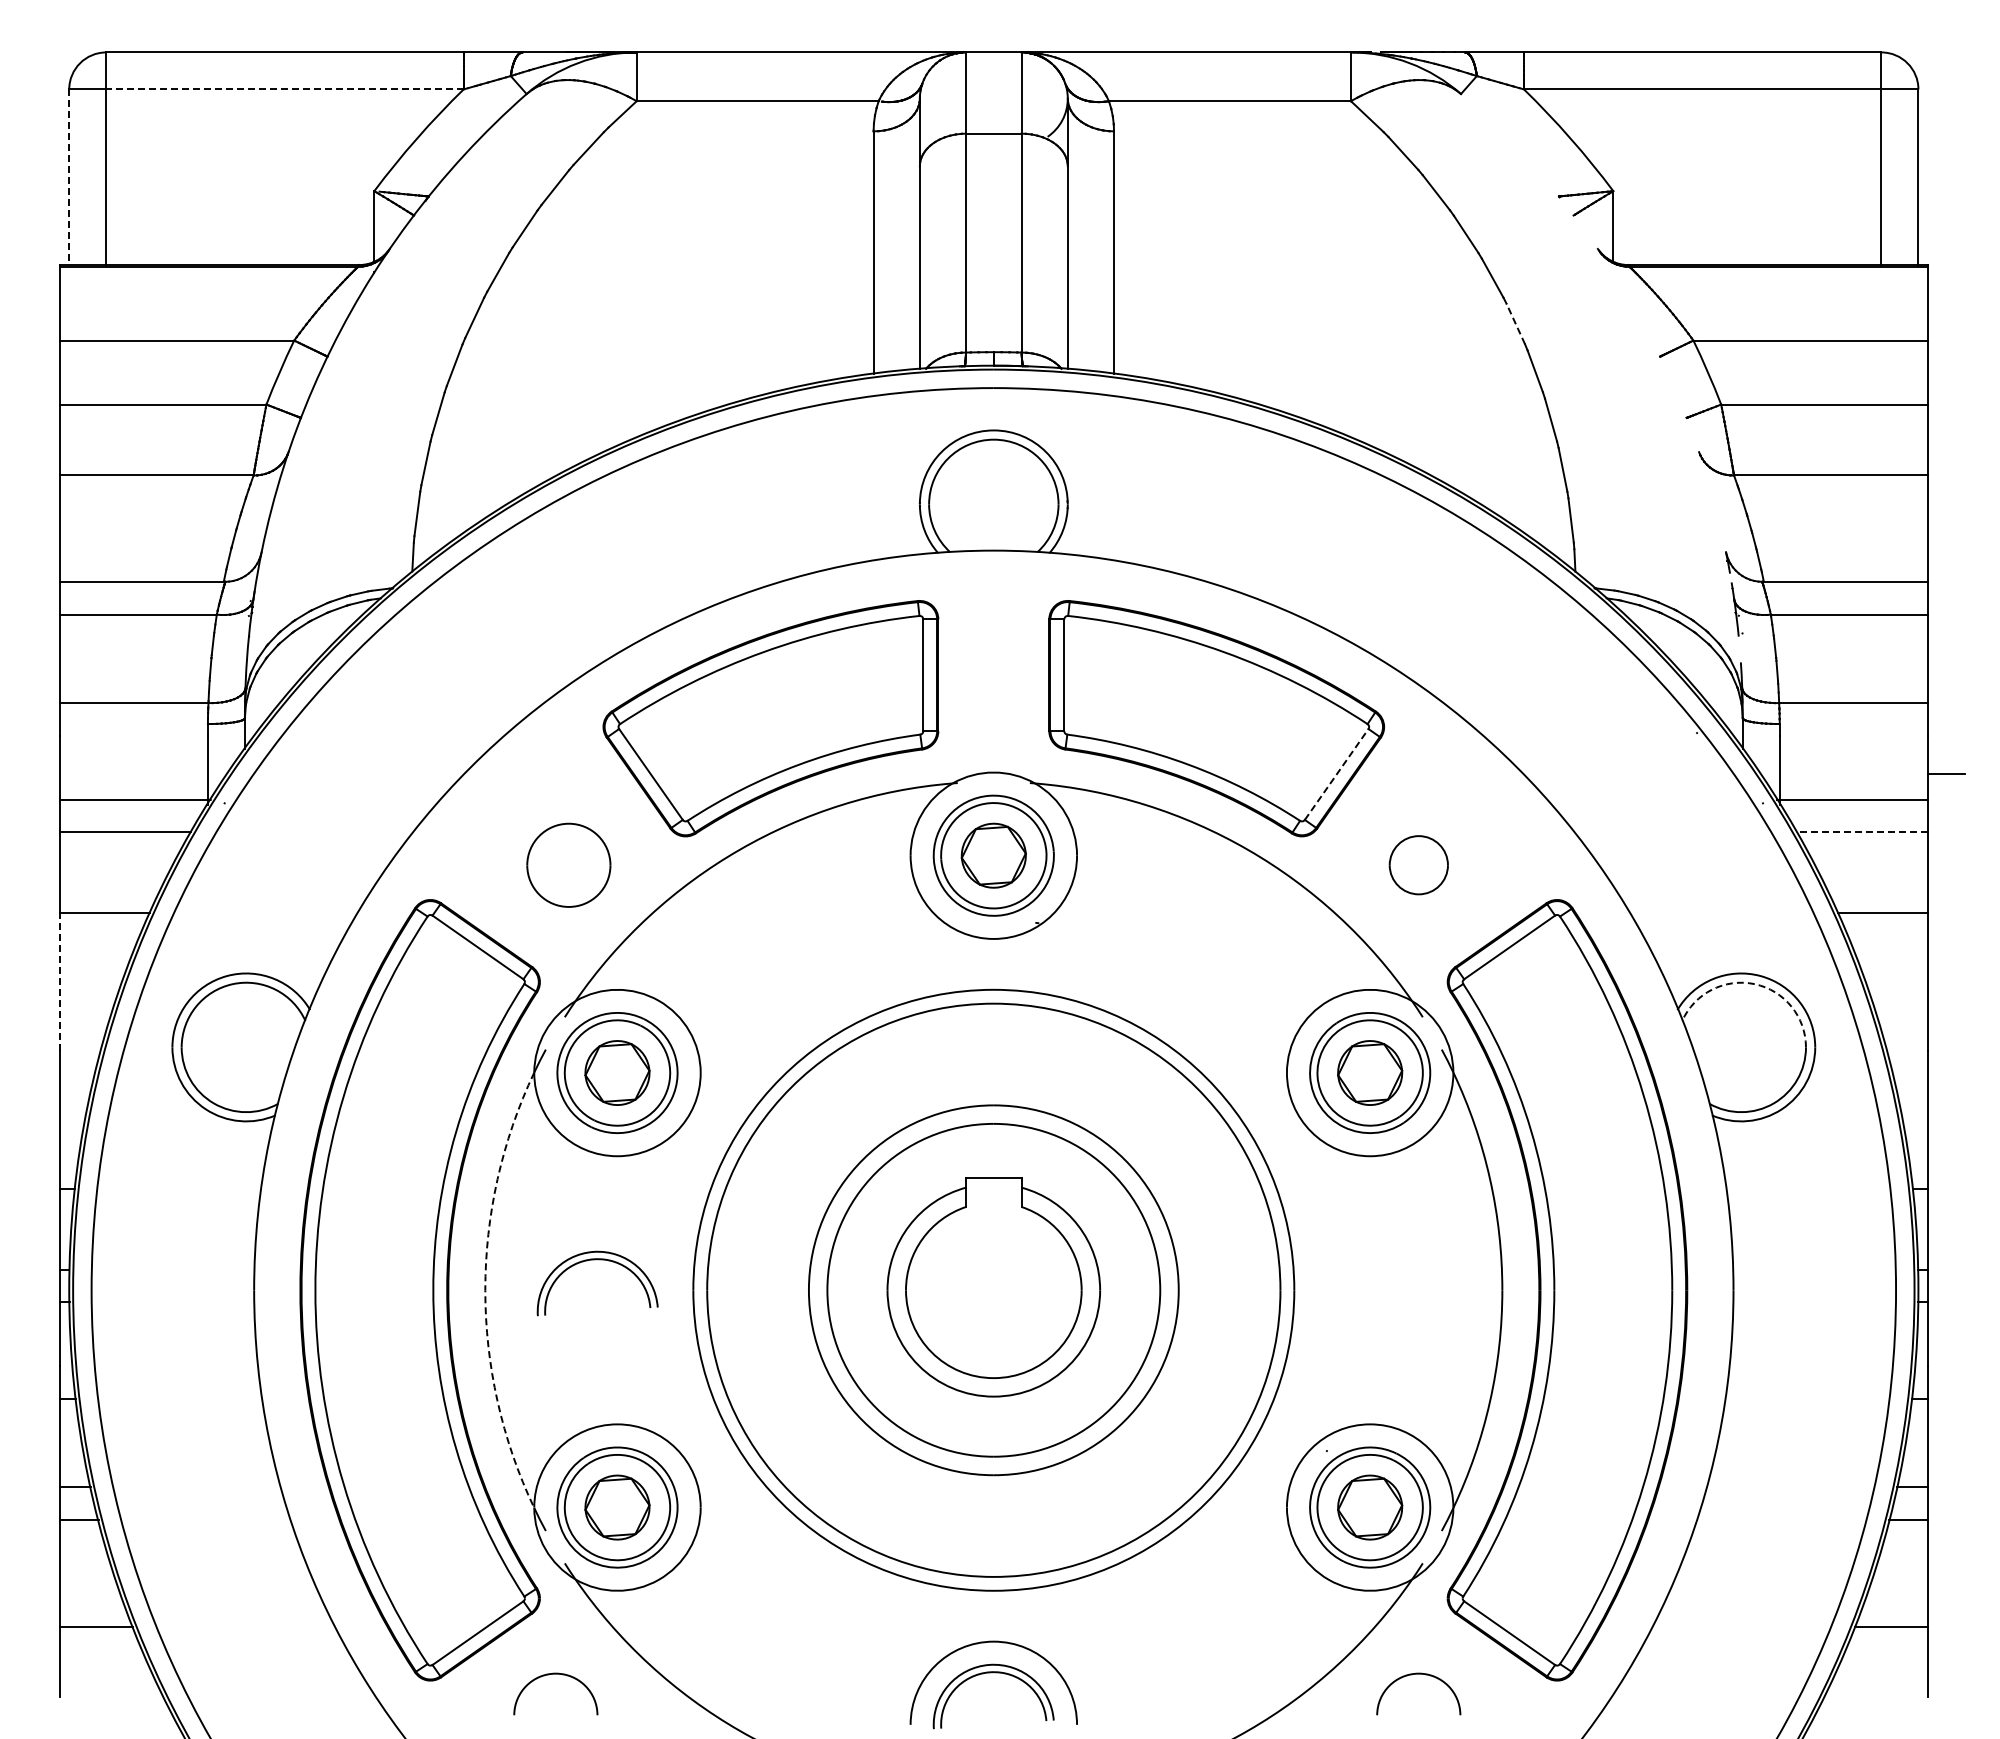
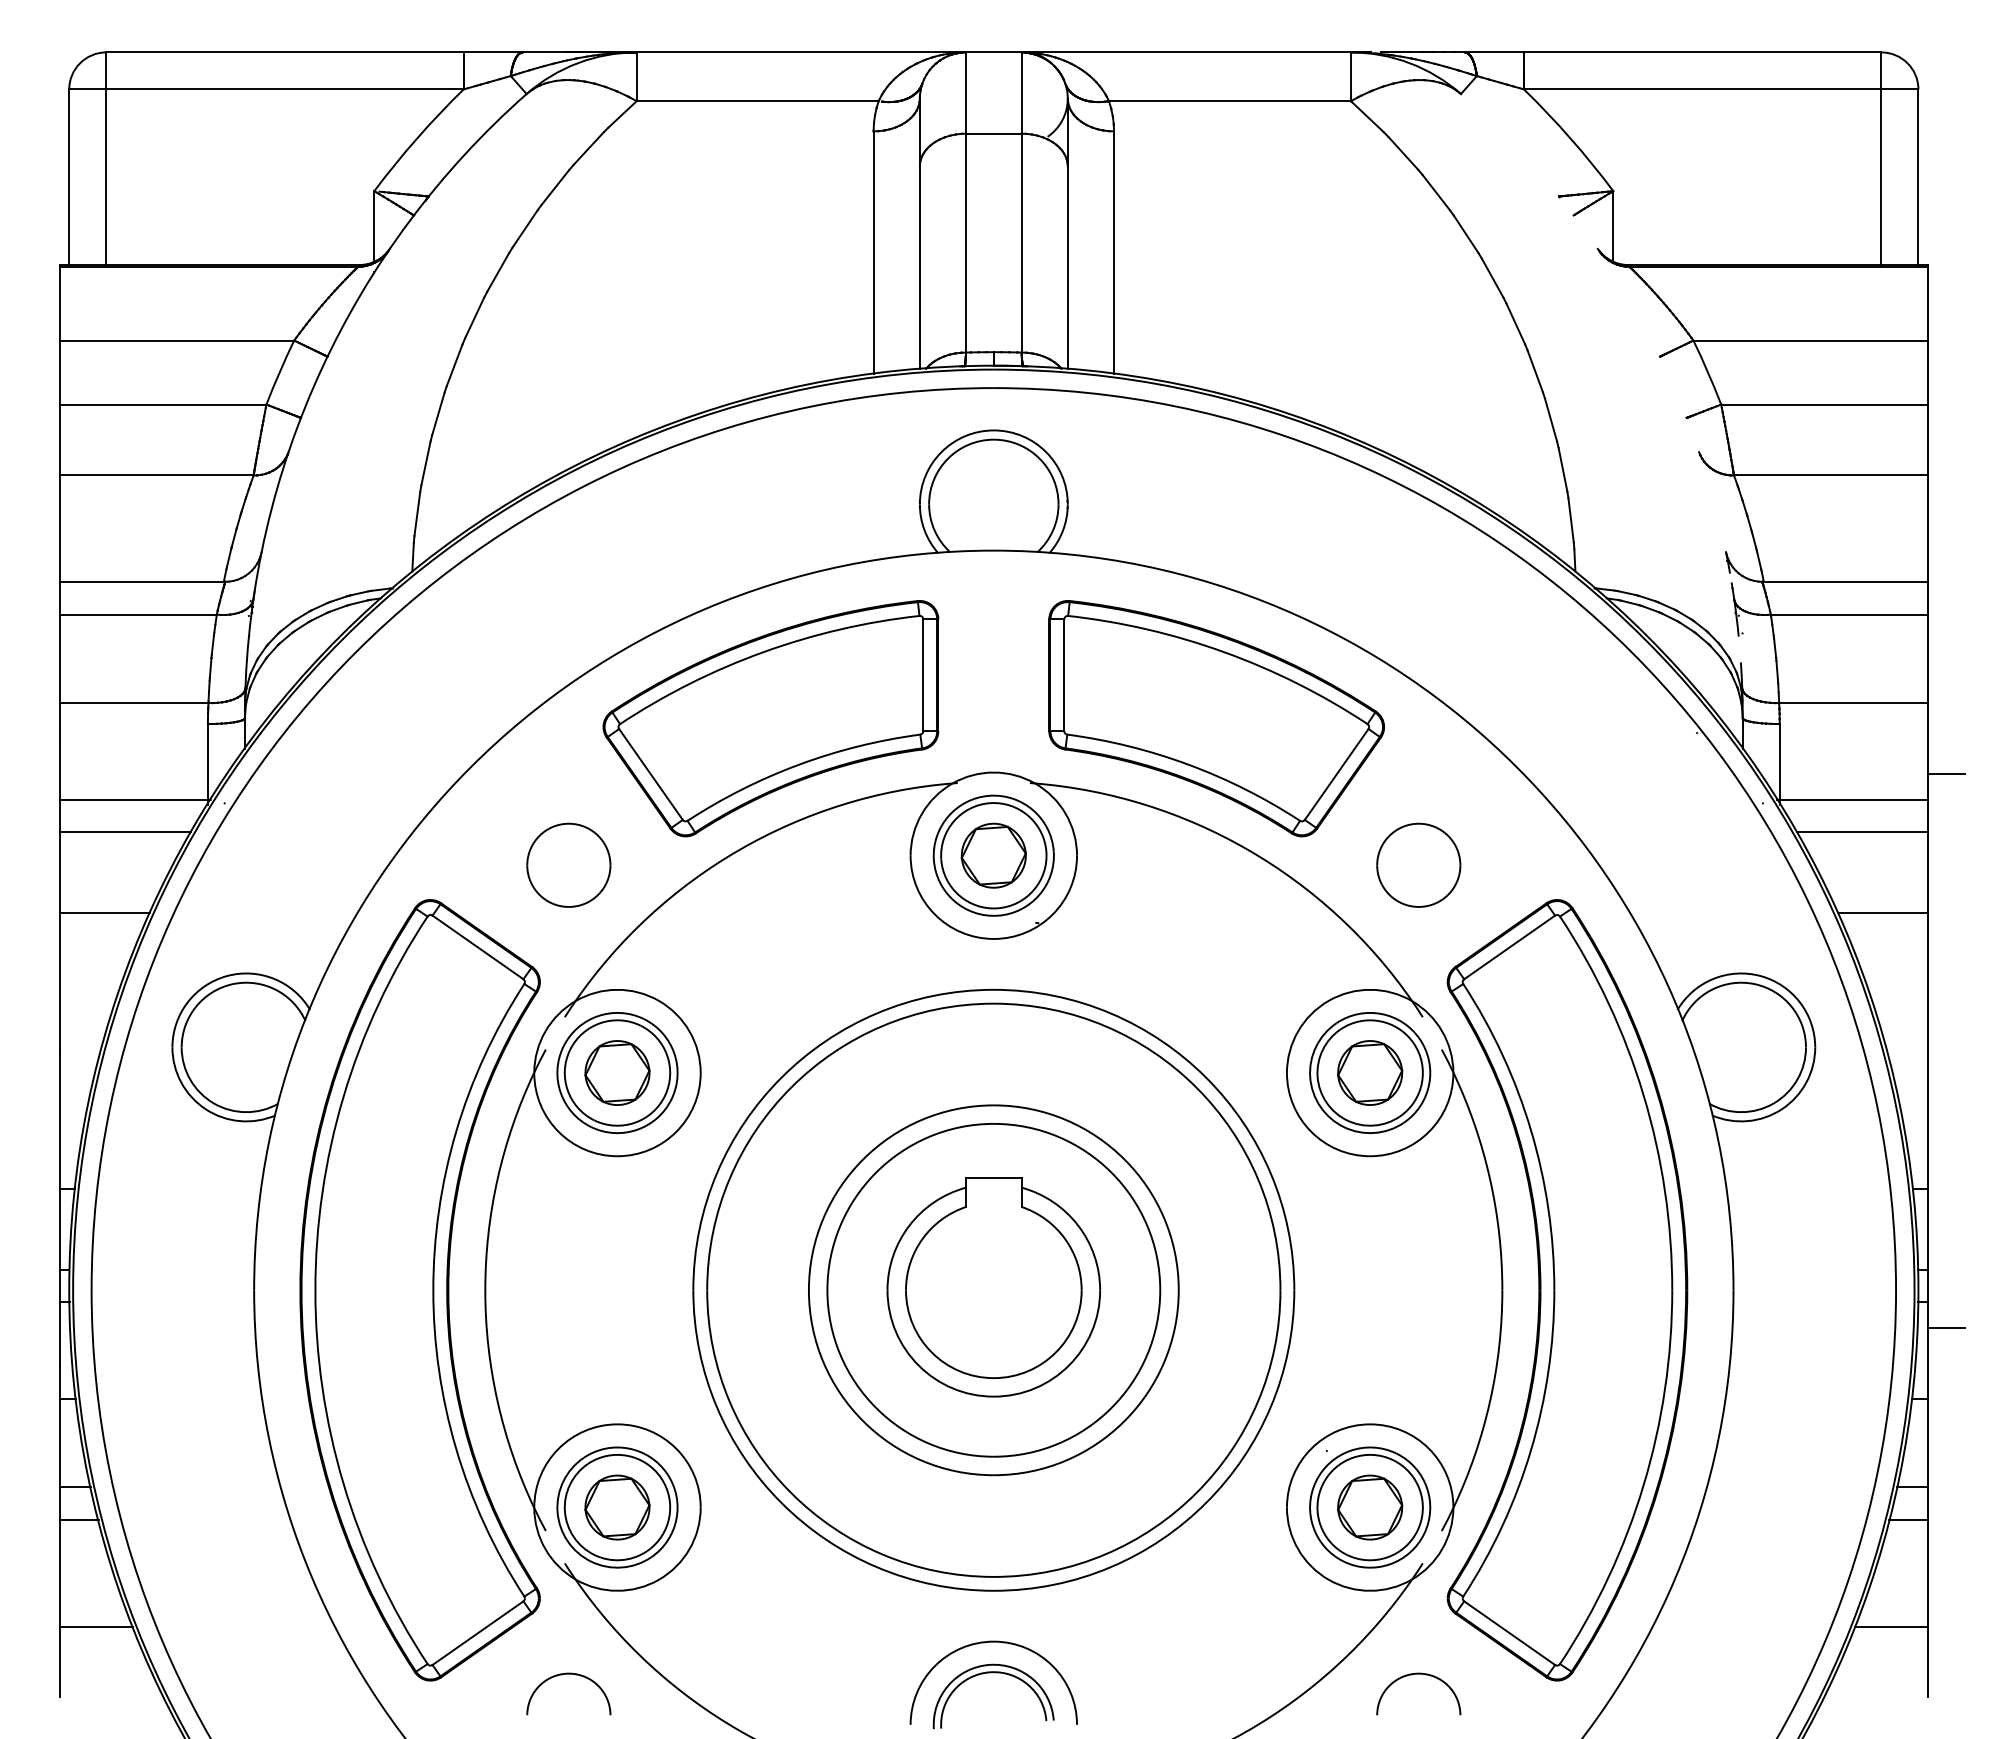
line at (284, 89): dashed -> solid
line at (69, 177): dashed -> solid
line at (1515, 323): dashed -> solid
line at (1336, 774): dashed -> solid
line at (1862, 831): dashed -> solid
part at (1418, 865) size: 61x61 px -> 86x86 px
line at (60, 981): dashed -> solid
arc at (1754, 984): dashed -> solid
part at (597, 1260): present -> none
arc at (485, 1290): dashed -> solid
line at (1945, 1328): none -> present
arc at (549, 1675) position: (549, 1675) -> (562, 1675)
